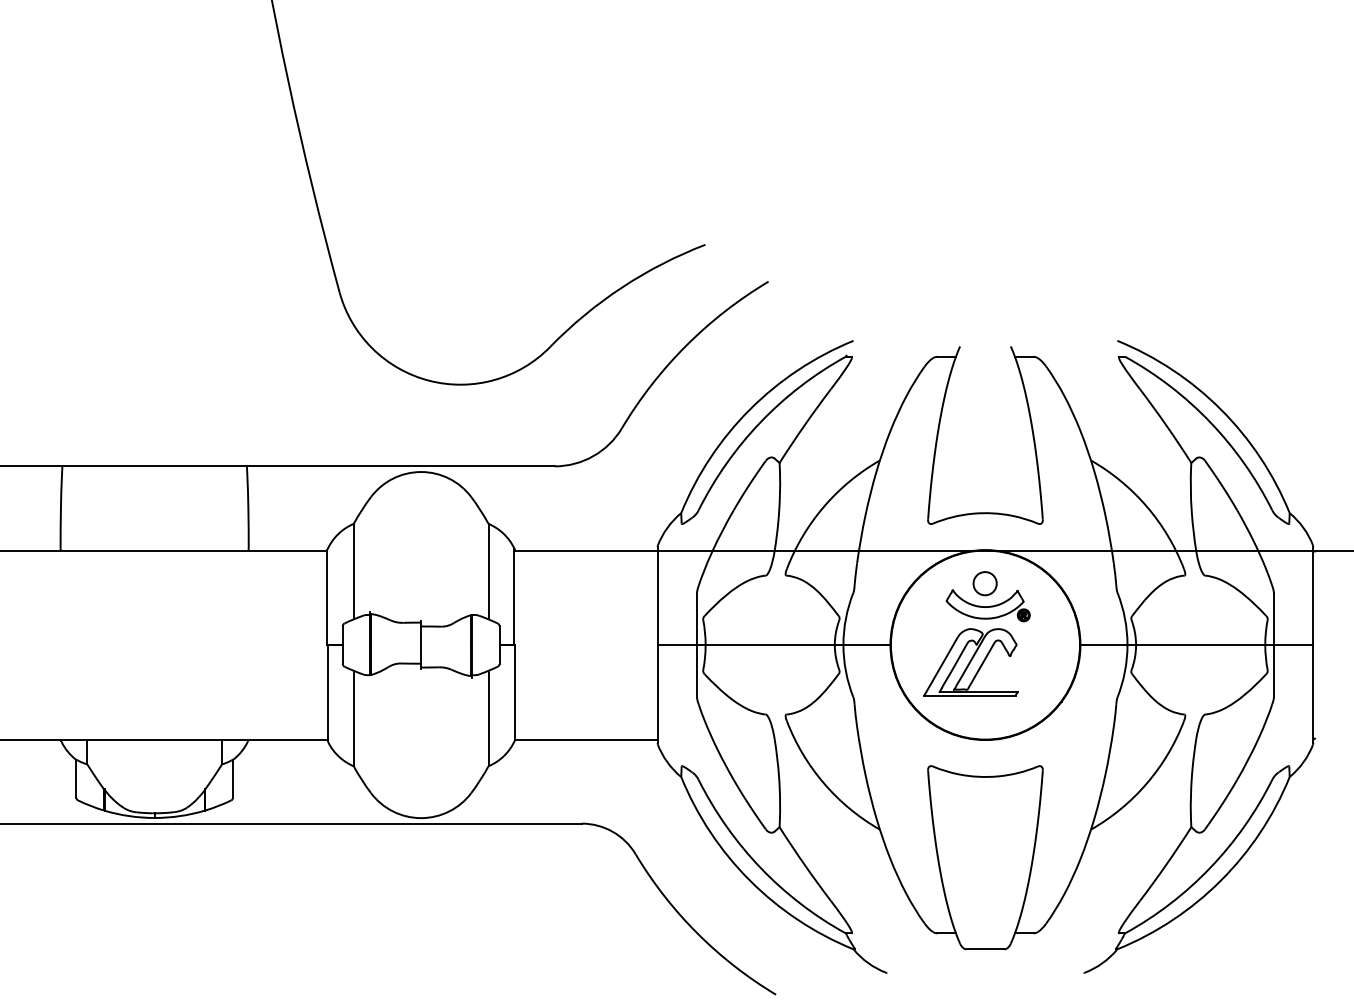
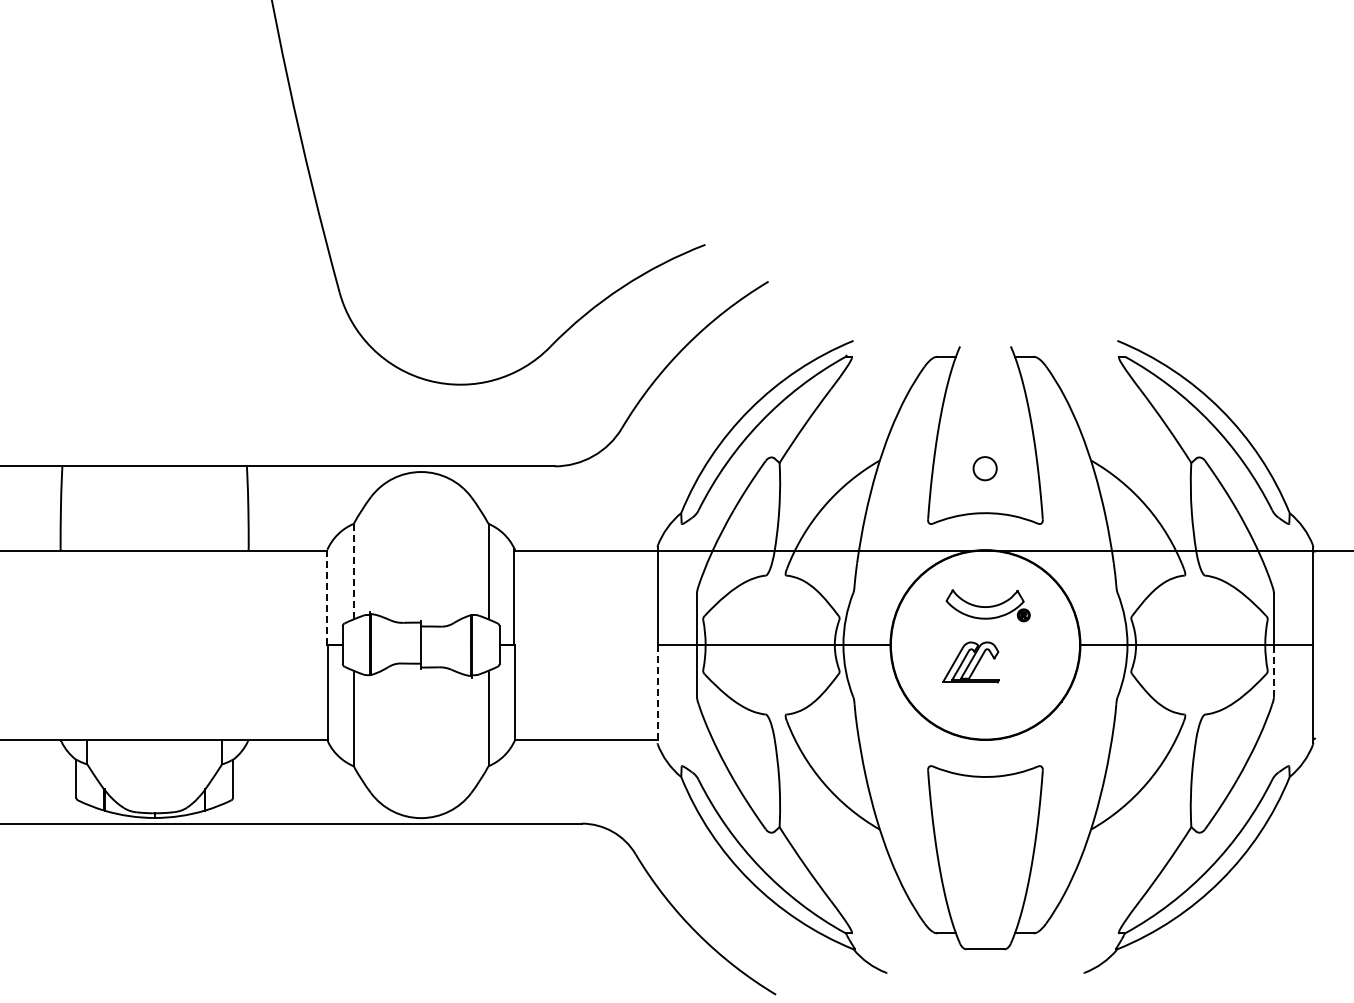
line at (353, 571): solid -> dashed
part at (984, 583) position: (984, 583) -> (984, 468)
line at (327, 597): solid -> dashed
part at (970, 662) size: 96x69 px -> 58x43 px
line at (1273, 670): solid -> dashed
line at (657, 694): solid -> dashed
